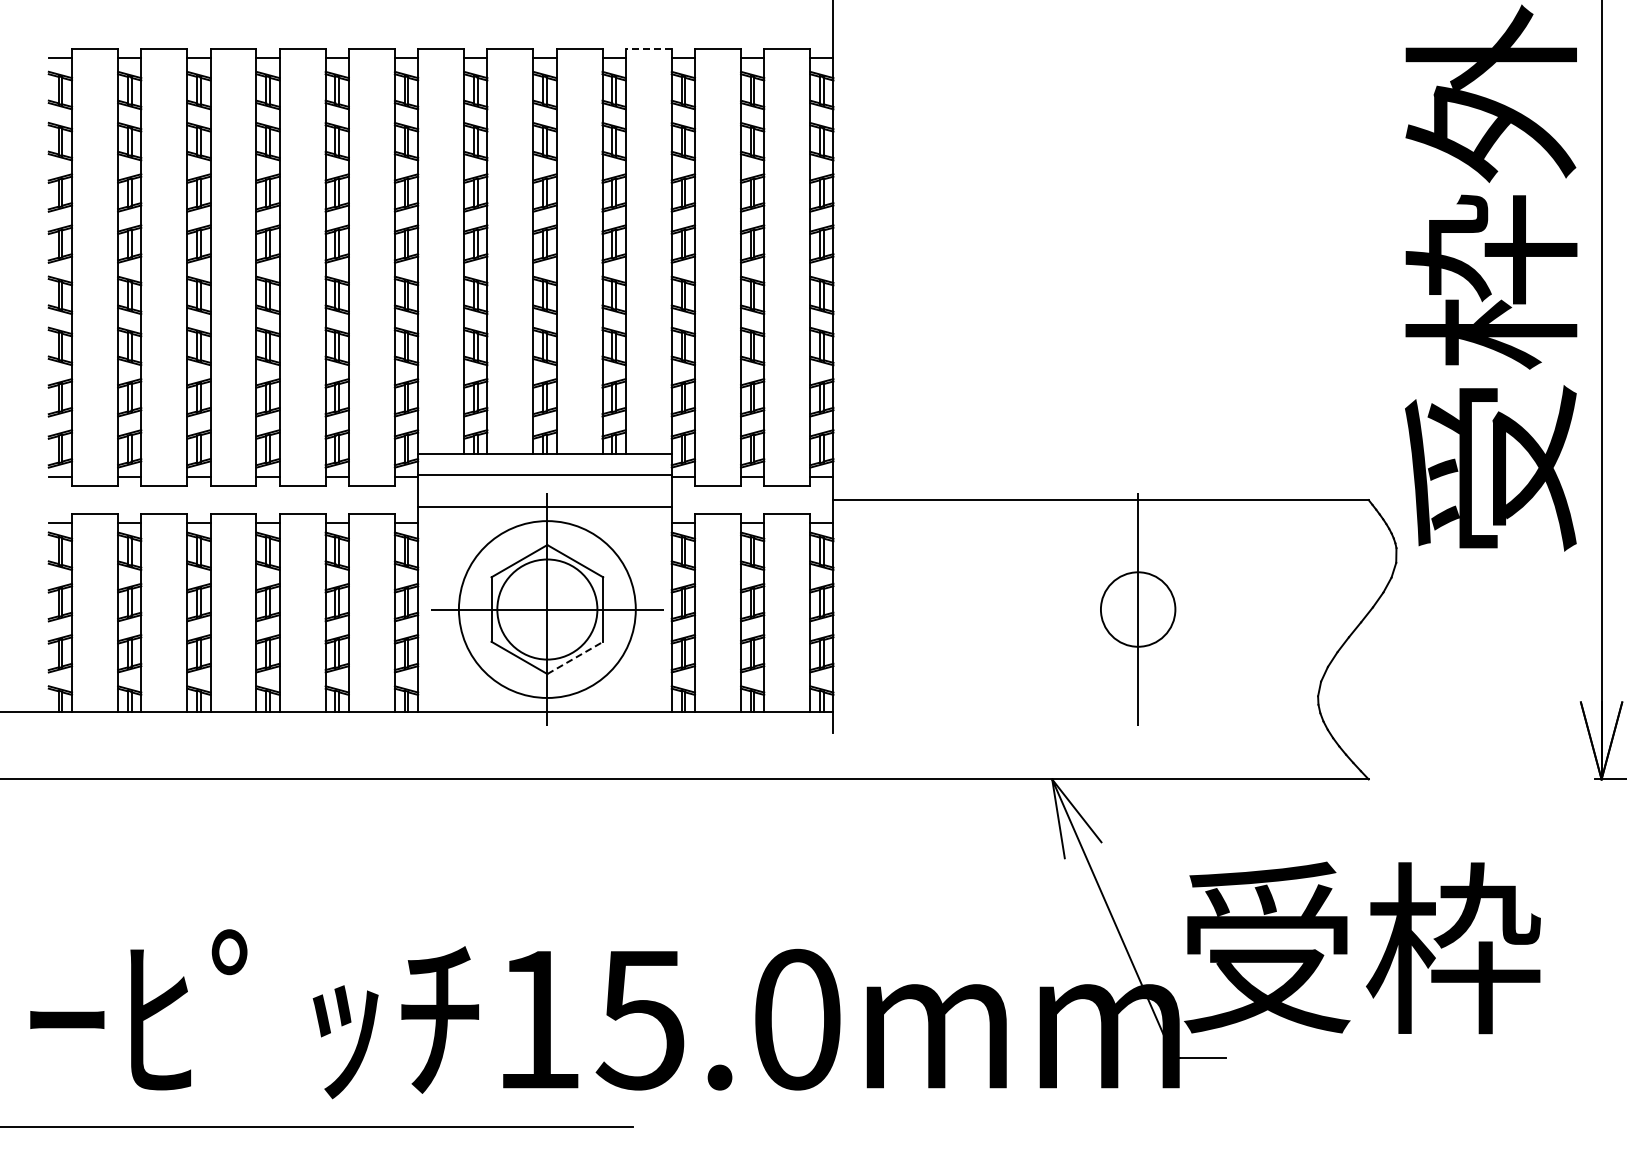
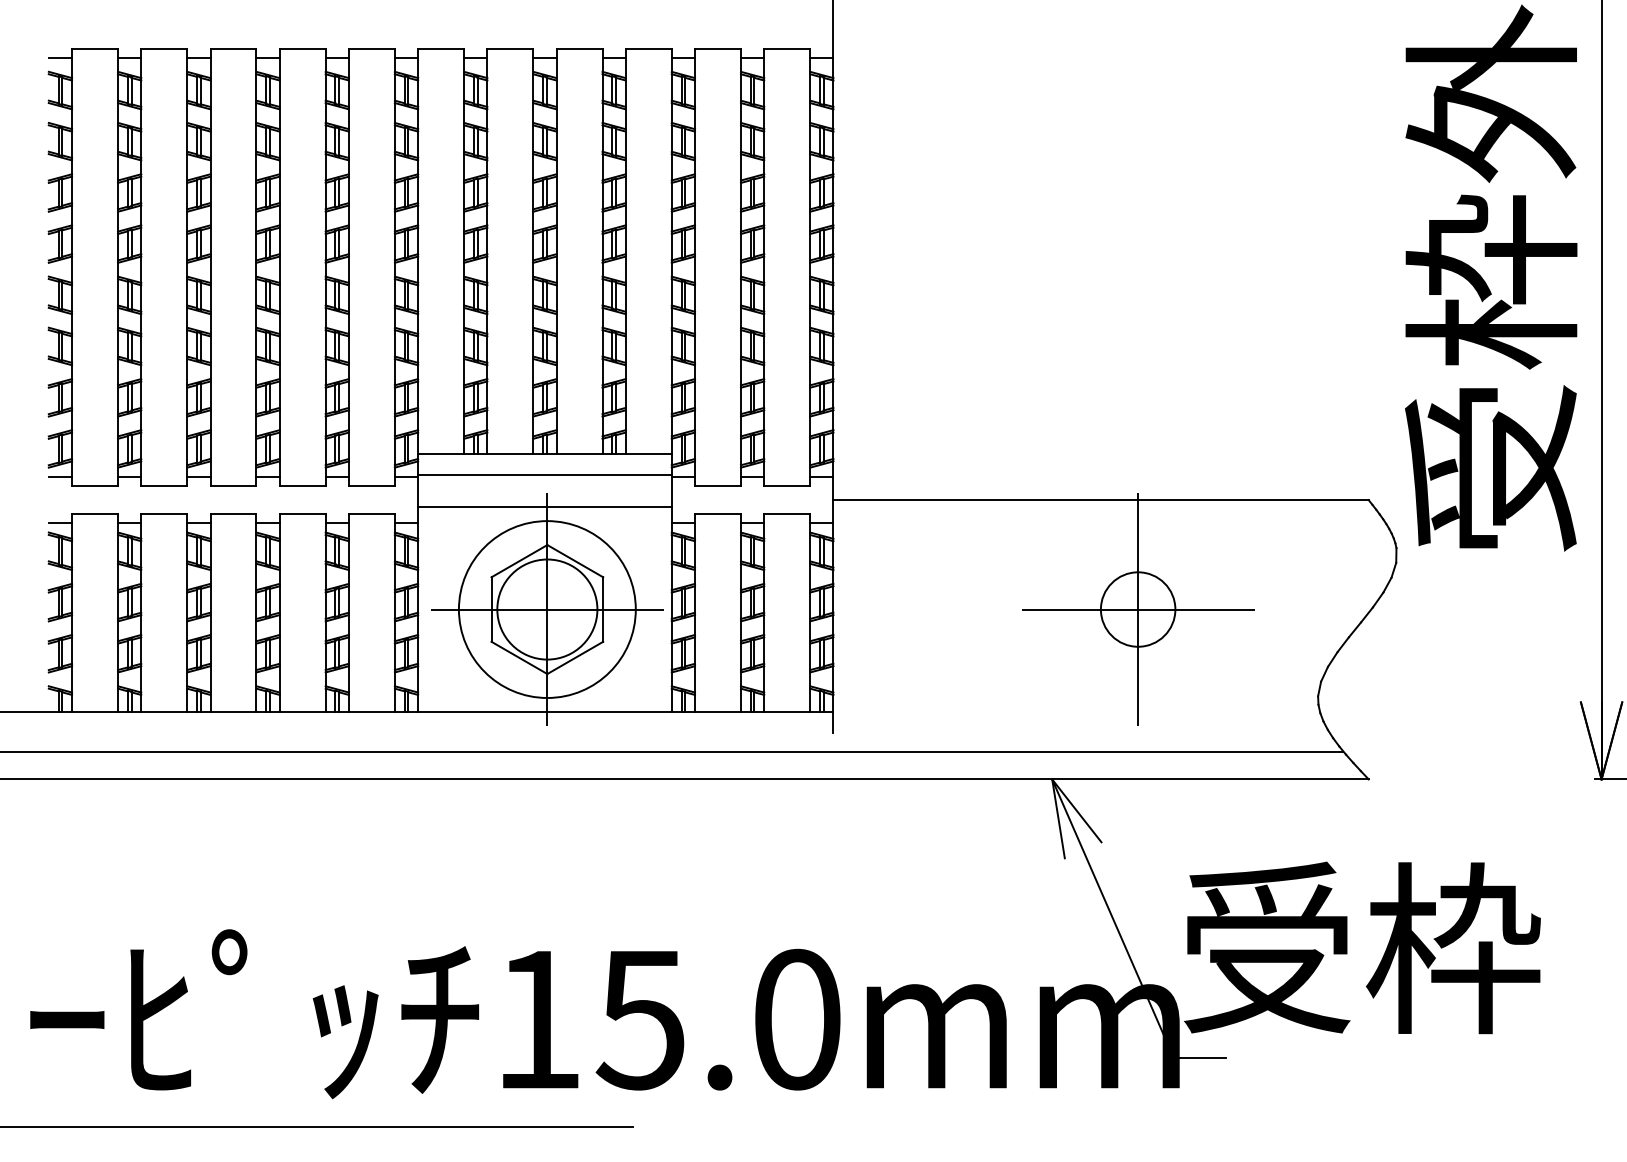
line at (648, 48): dashed -> solid
line at (1137, 609): none -> present
line at (575, 657): dashed -> solid
line at (672, 751): none -> present
